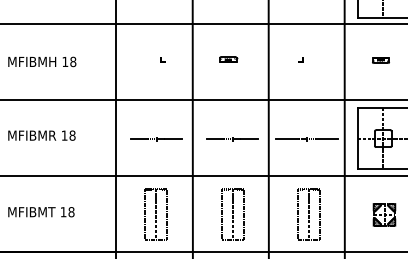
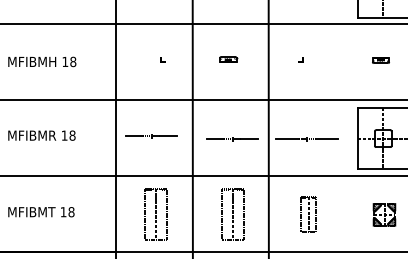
line at (344, 128): present -> none
part at (156, 139) position: (156, 139) -> (151, 136)
part at (308, 214) size: 24x53 px -> 17x37 px
